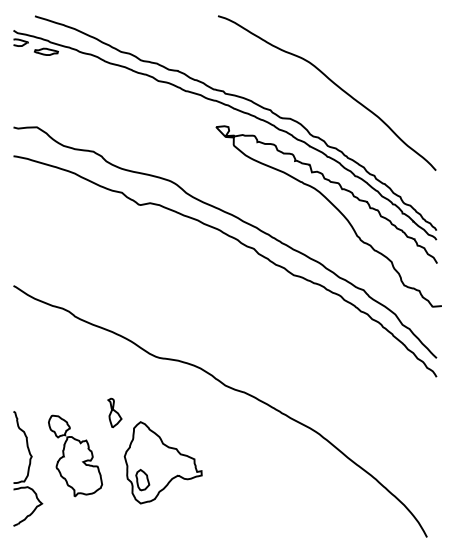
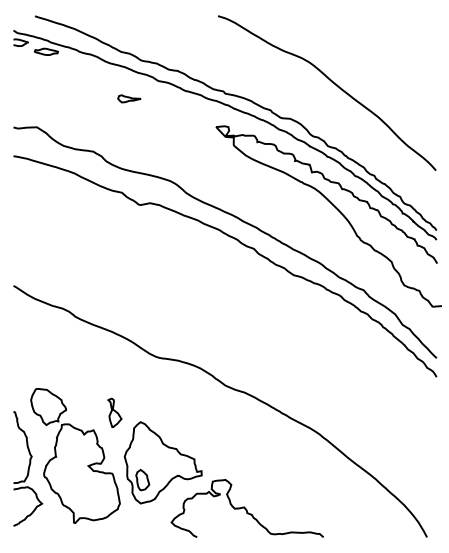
part at (129, 98): none -> present
part at (75, 455) size: 56x84 px -> 91x136 px
curve at (246, 508): none -> present
